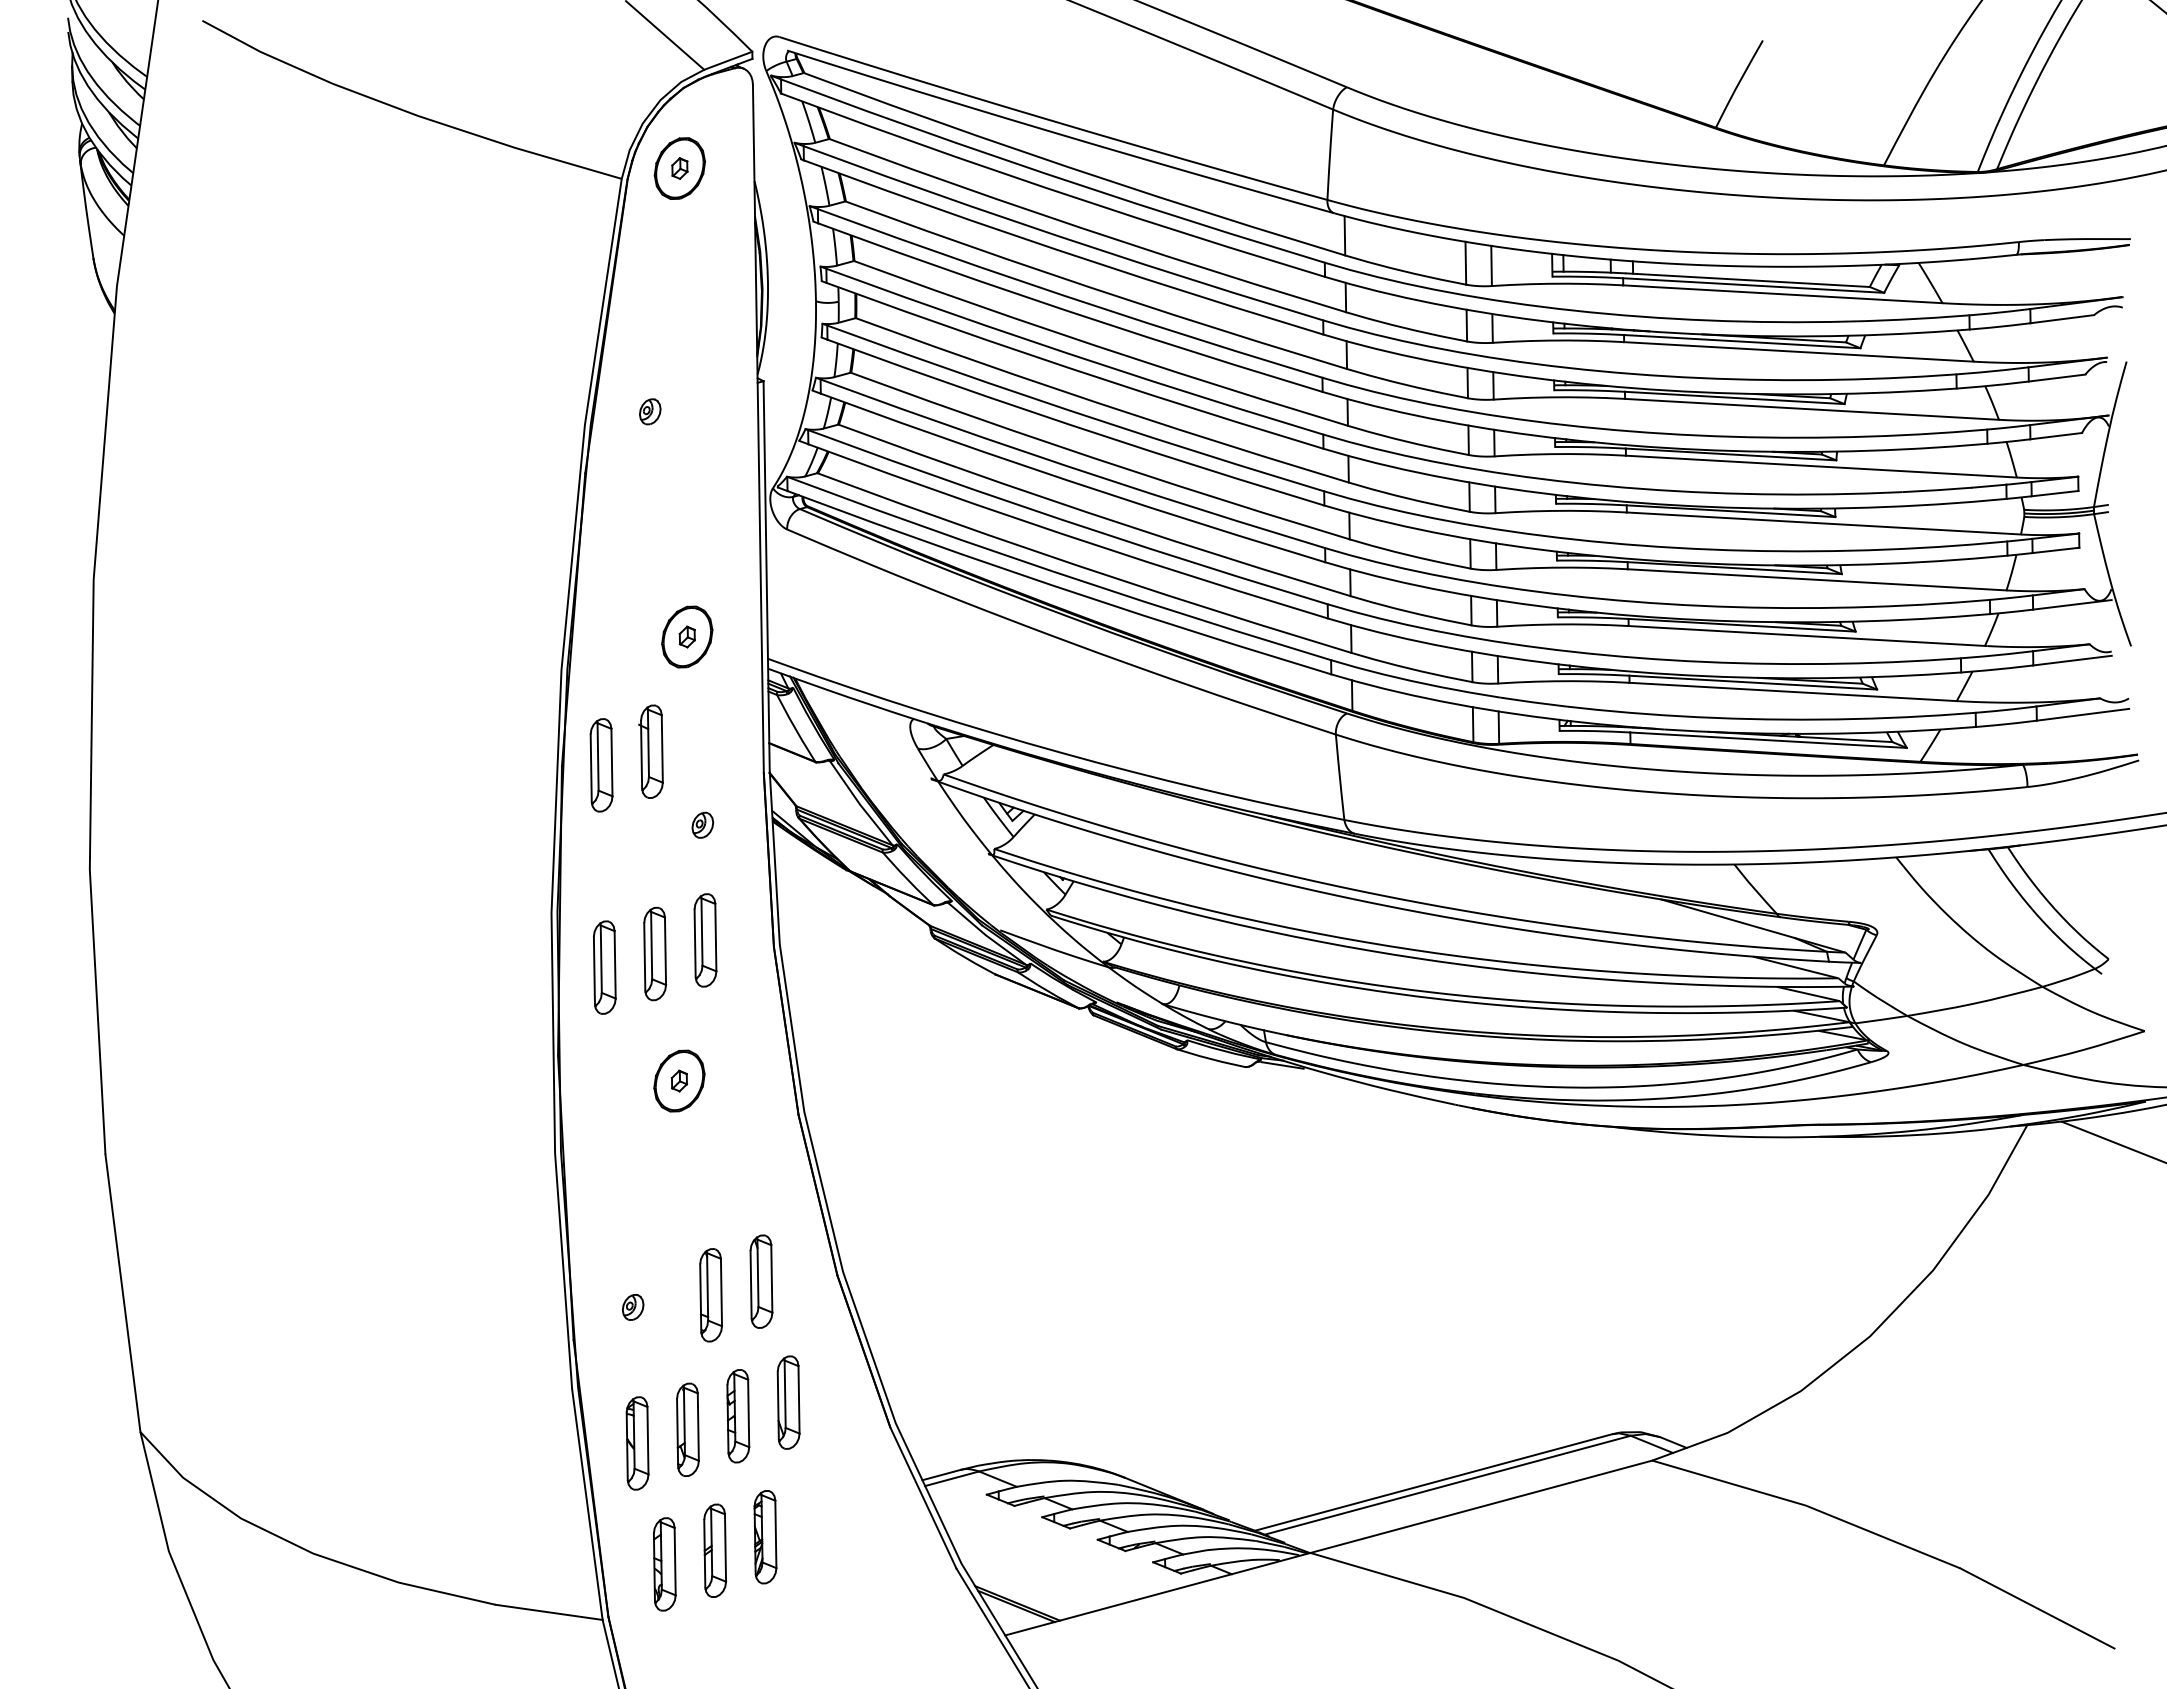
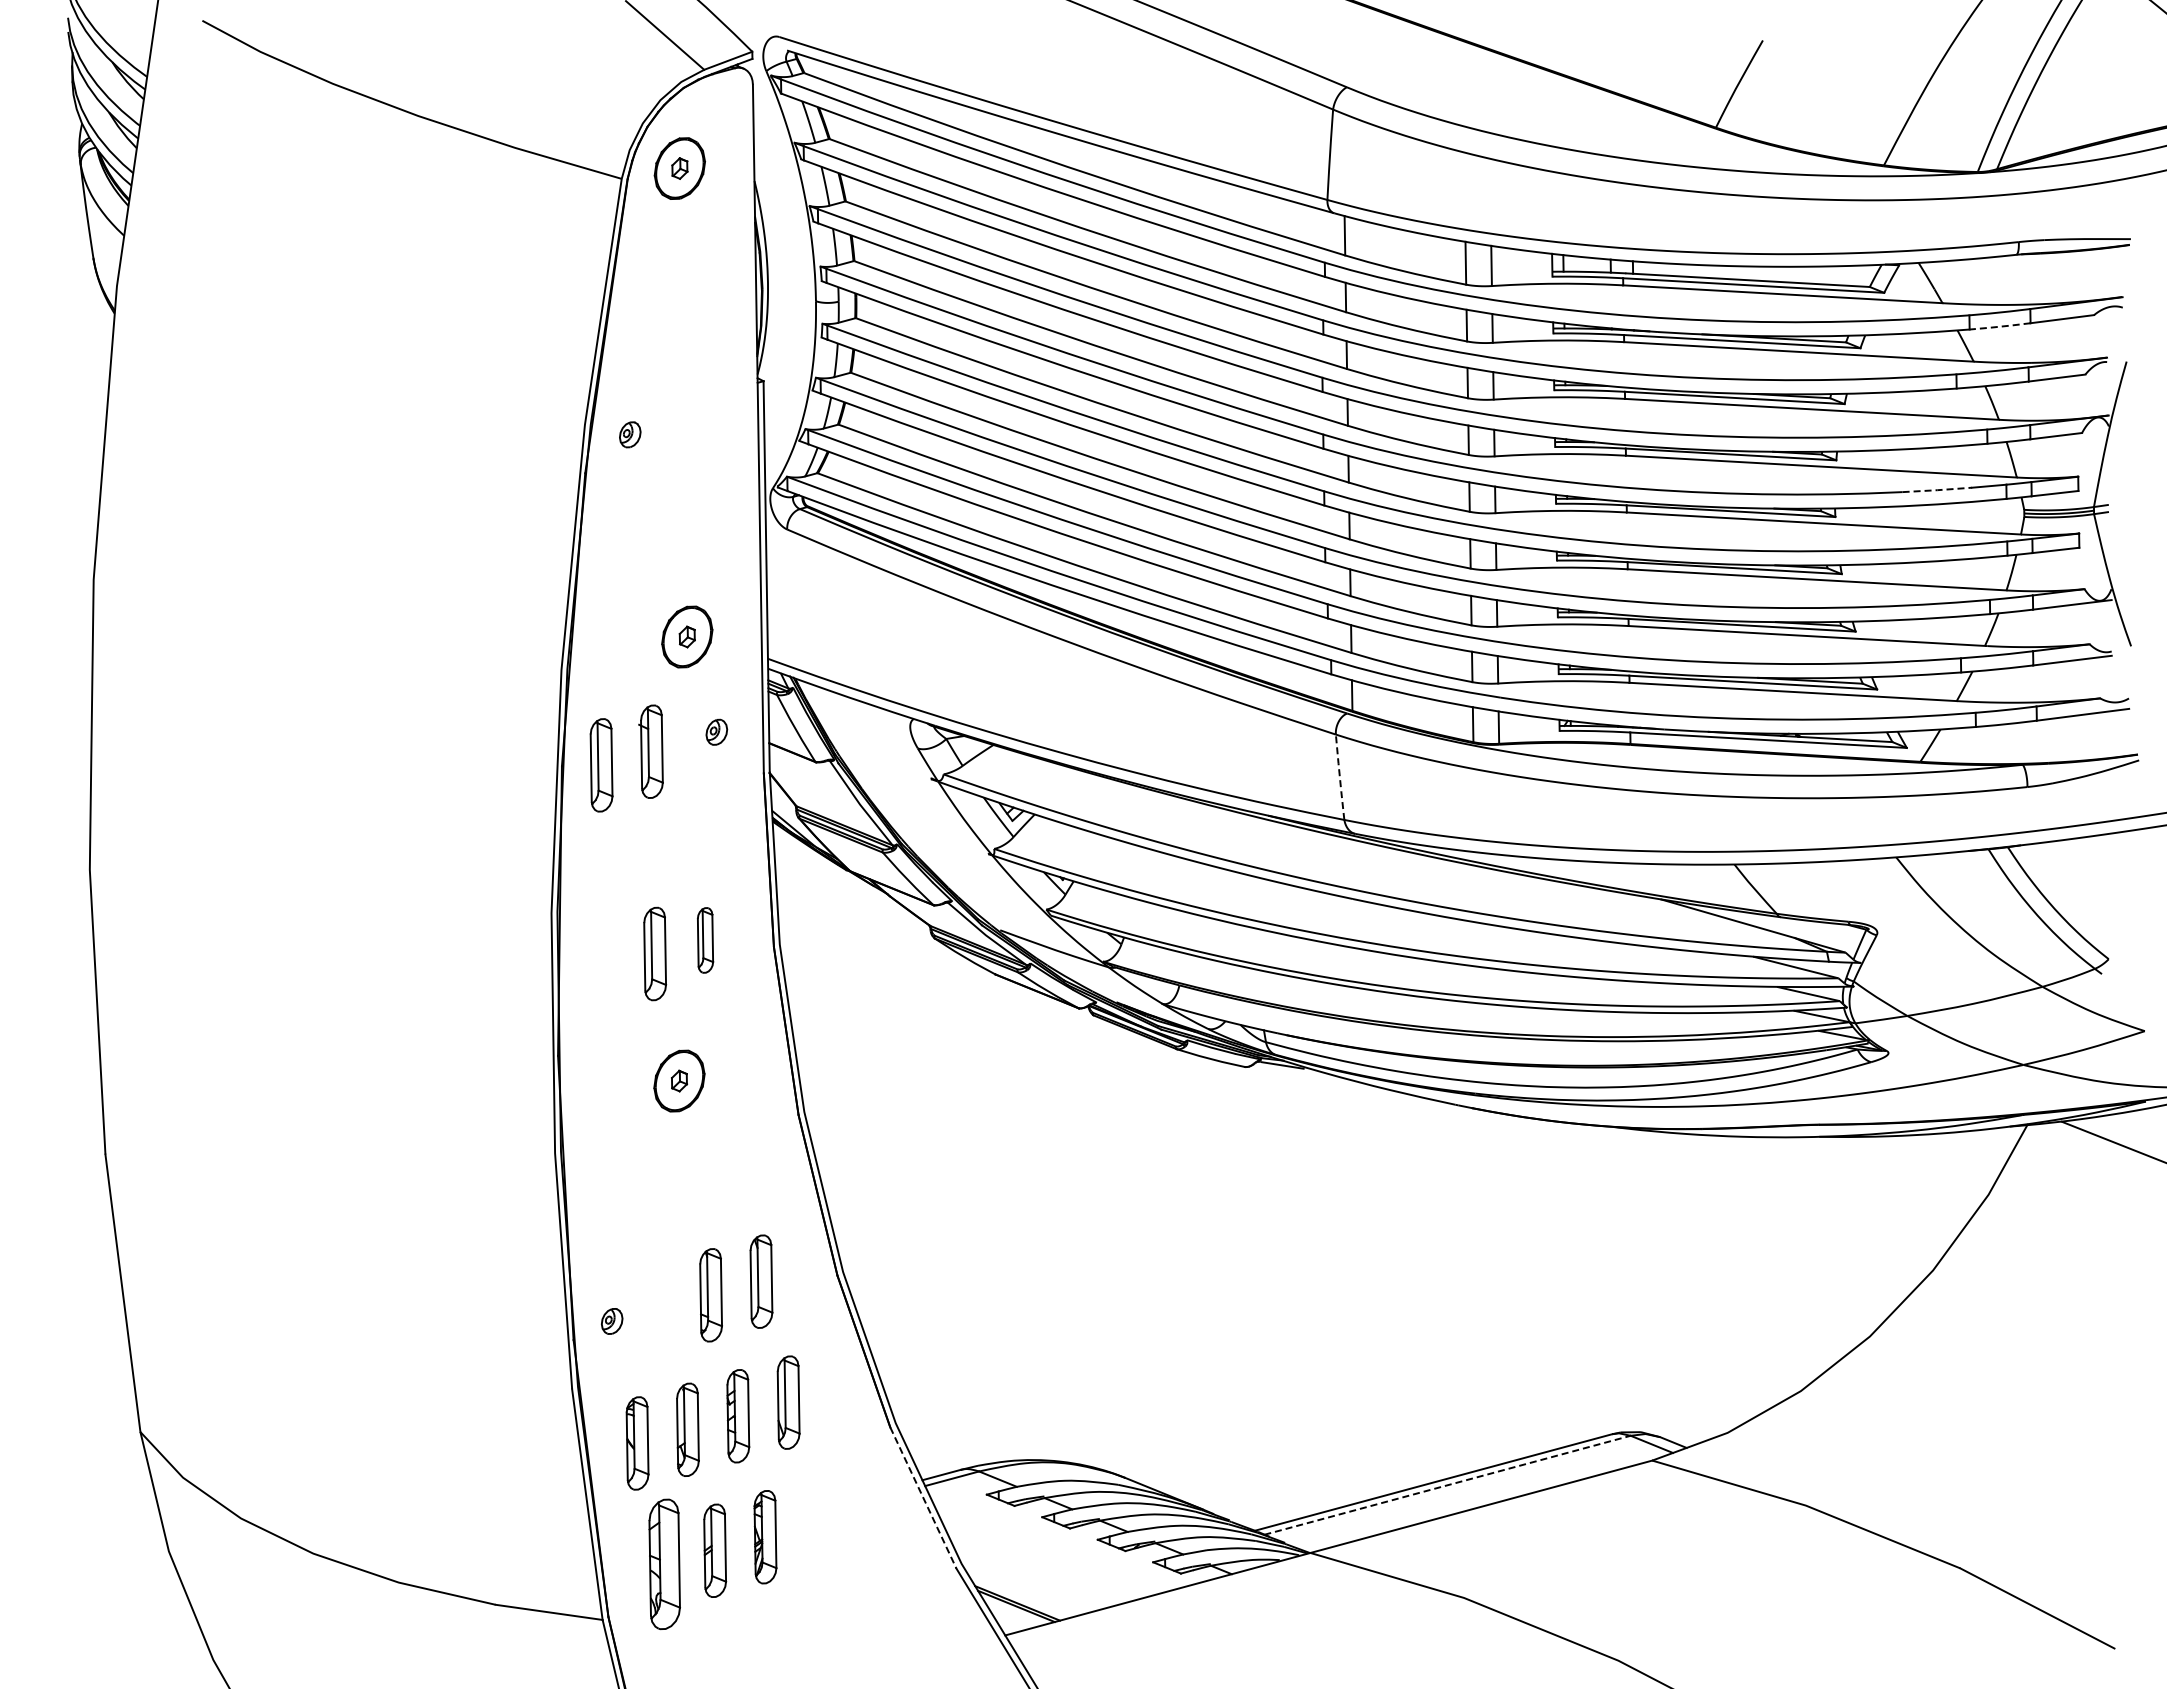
line at (1999, 326): solid -> dashed
part at (650, 411) position: (650, 411) -> (630, 434)
line at (1937, 490): solid -> dashed
line at (1339, 776): solid -> dashed
part at (702, 824) position: (702, 824) -> (716, 731)
part at (705, 940) size: 25x95 px -> 18x67 px
part at (604, 967): present -> none
part at (633, 1307) position: (633, 1307) -> (612, 1321)
line at (1447, 1485): solid -> dashed
line at (923, 1498): solid -> dashed
part at (664, 1564) size: 24x95 px -> 33x132 px
